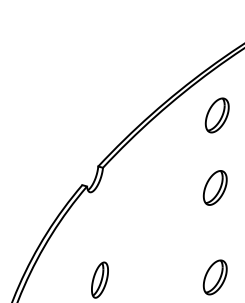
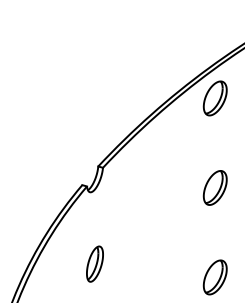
part at (216, 115) position: (216, 115) -> (214, 98)
part at (99, 279) position: (99, 279) -> (94, 263)
